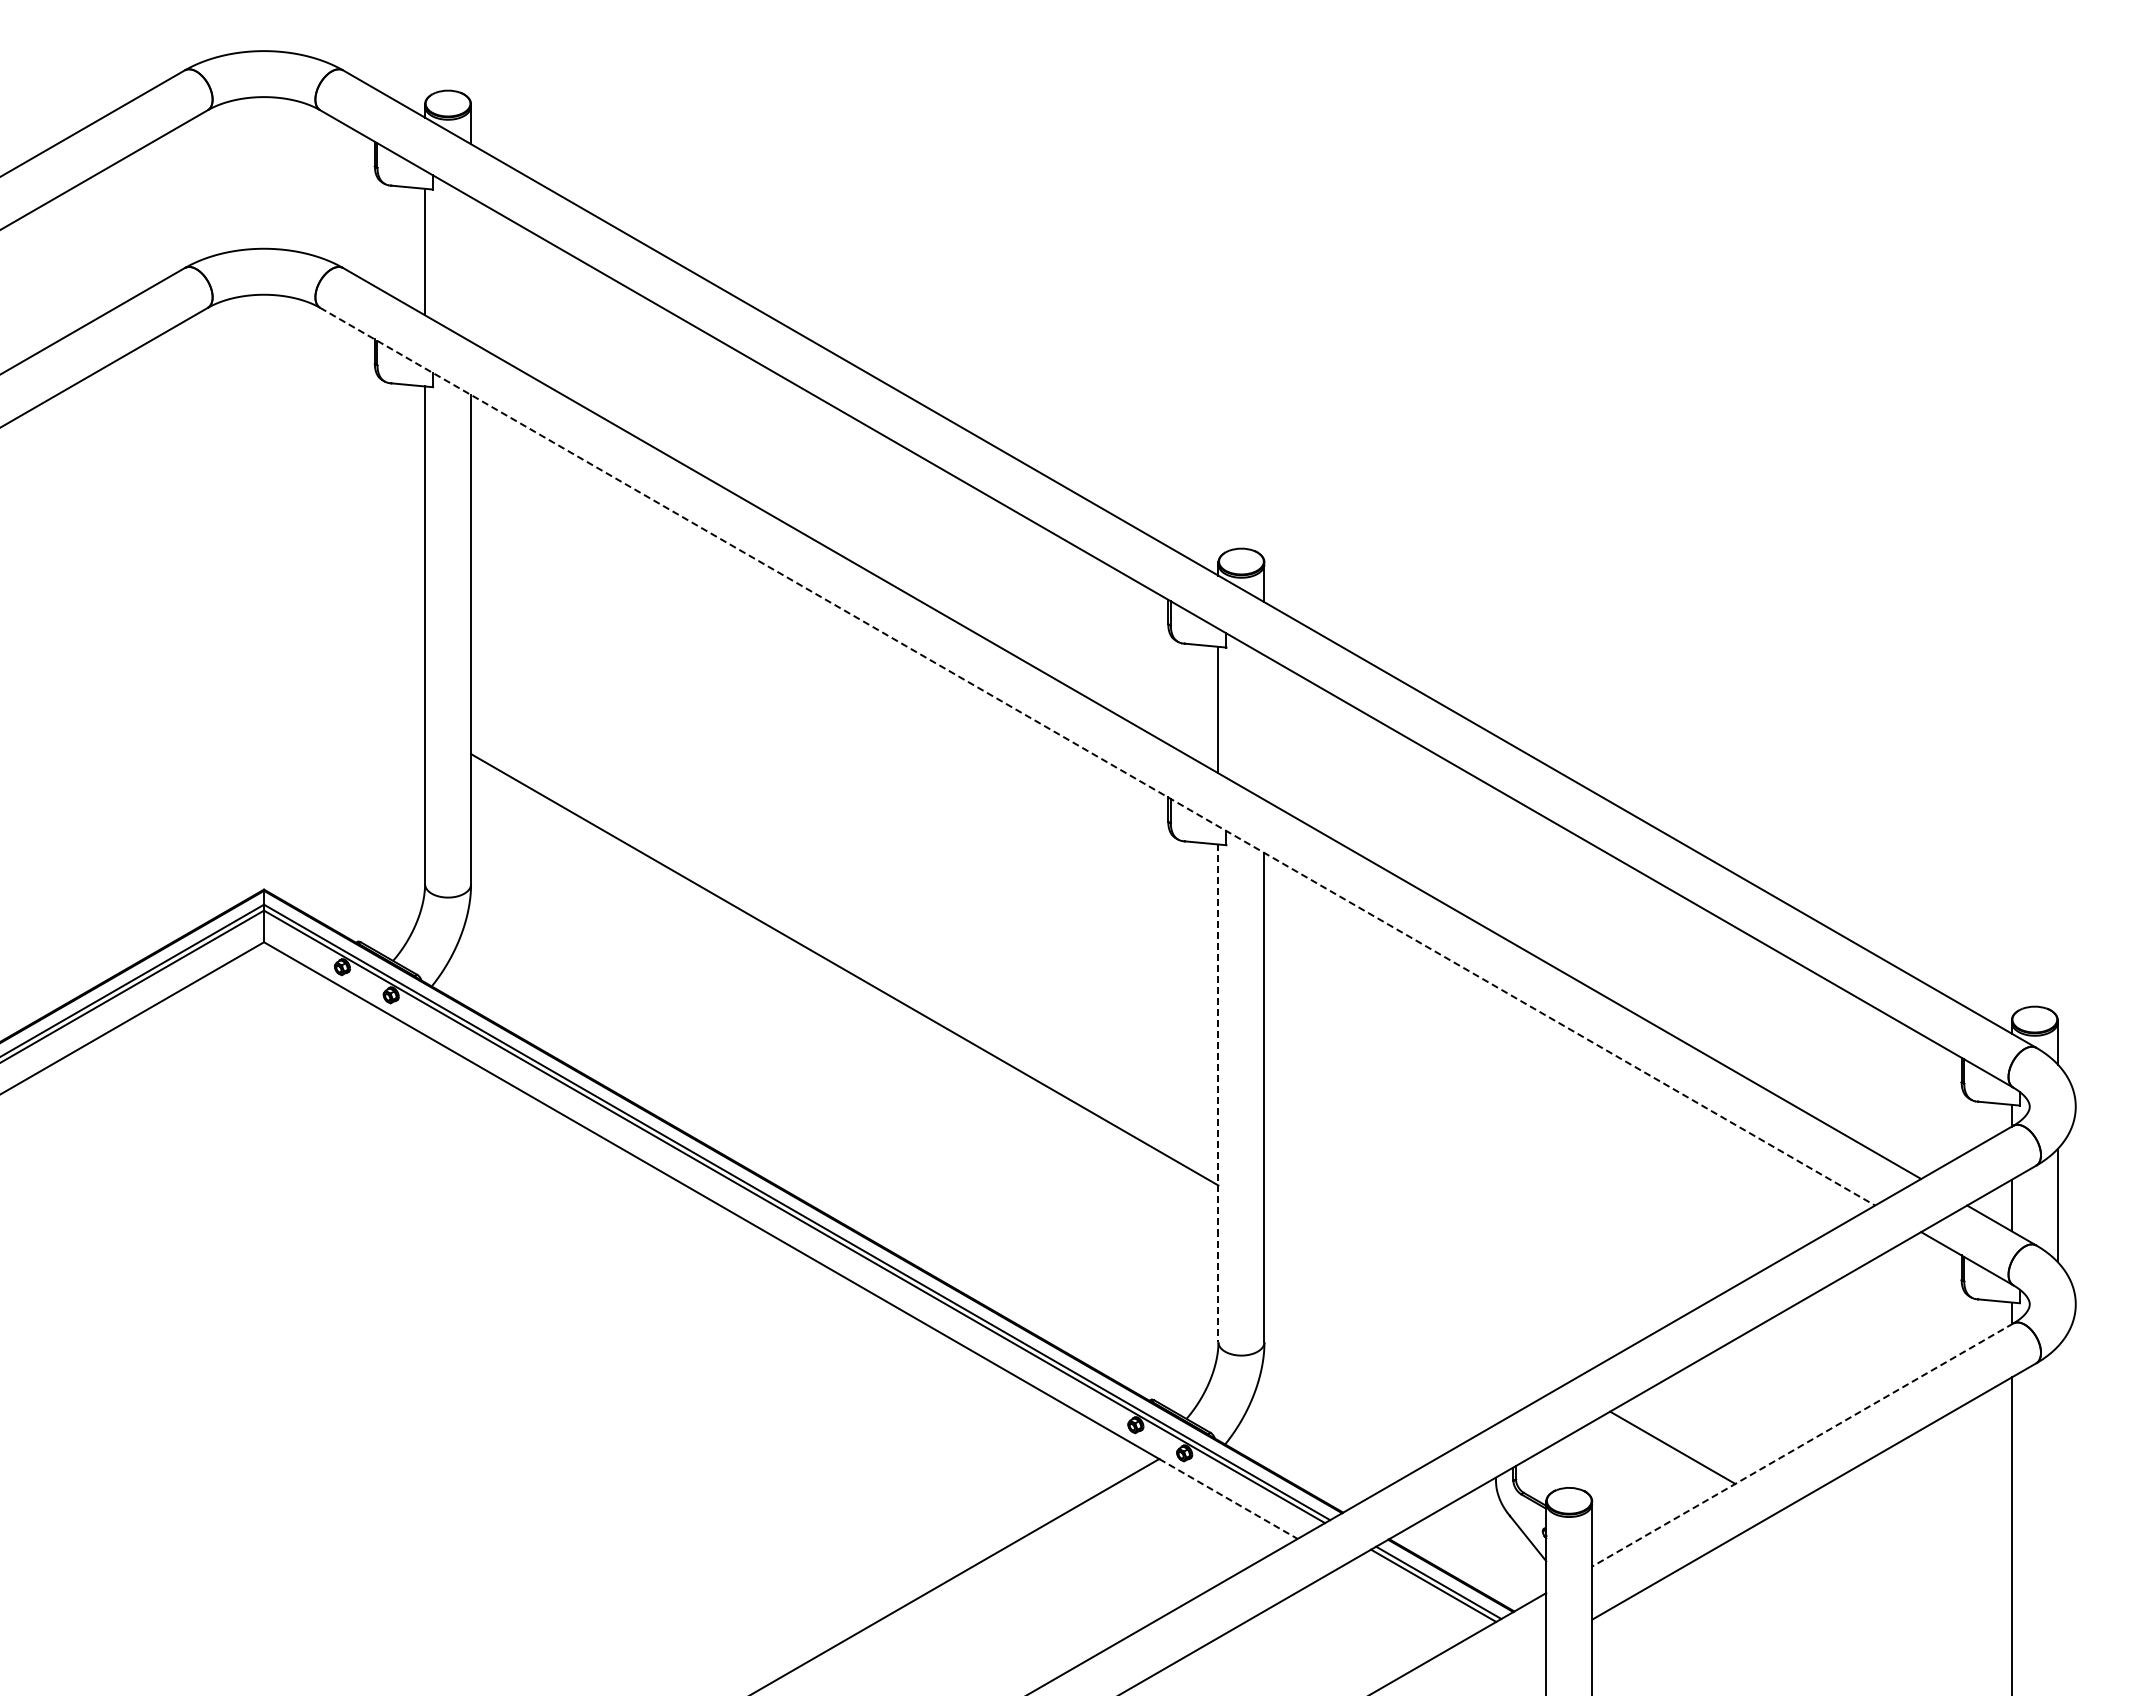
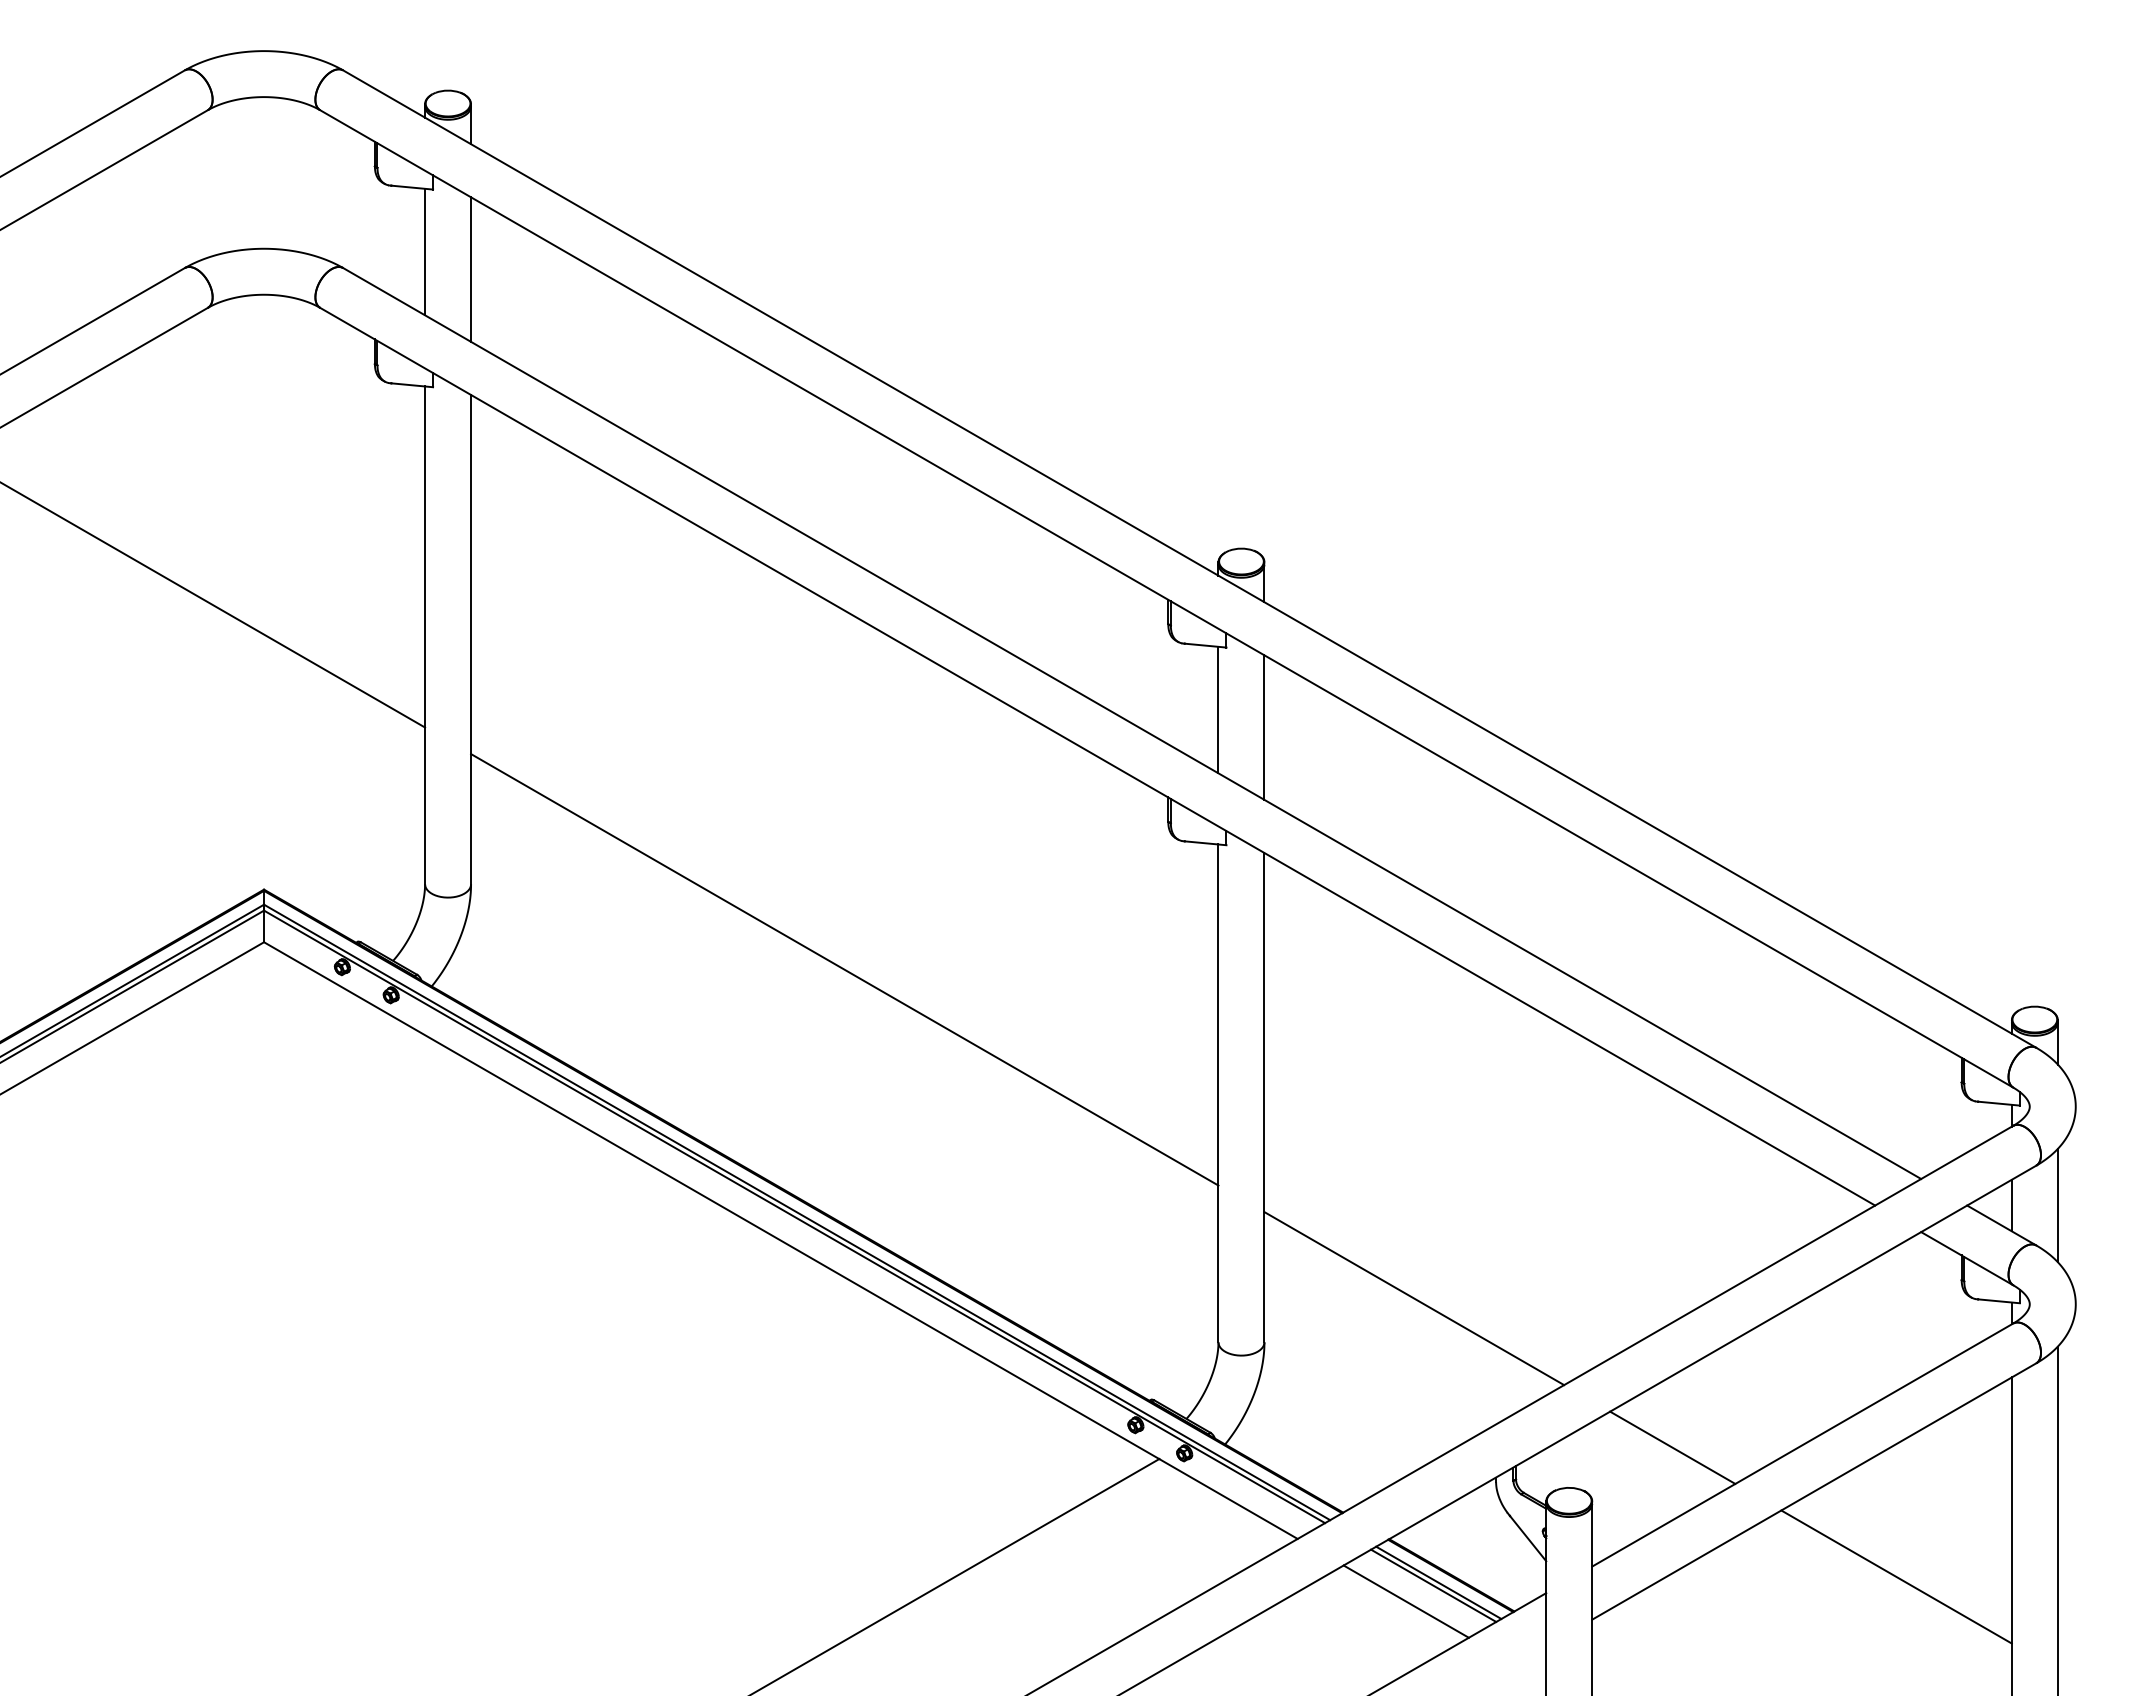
line at (471, 269): none -> present
line at (213, 605): none -> present
line at (1264, 727): none -> present
line at (1097, 756): dashed -> solid
line at (1218, 1093): dashed -> solid
line at (1414, 1298): none -> present
line at (1802, 1445): dashed -> solid
line at (1228, 1499): dashed -> solid
line at (2057, 1519): none -> present
line at (1896, 1576): none -> present
line at (1405, 1601): none -> present
